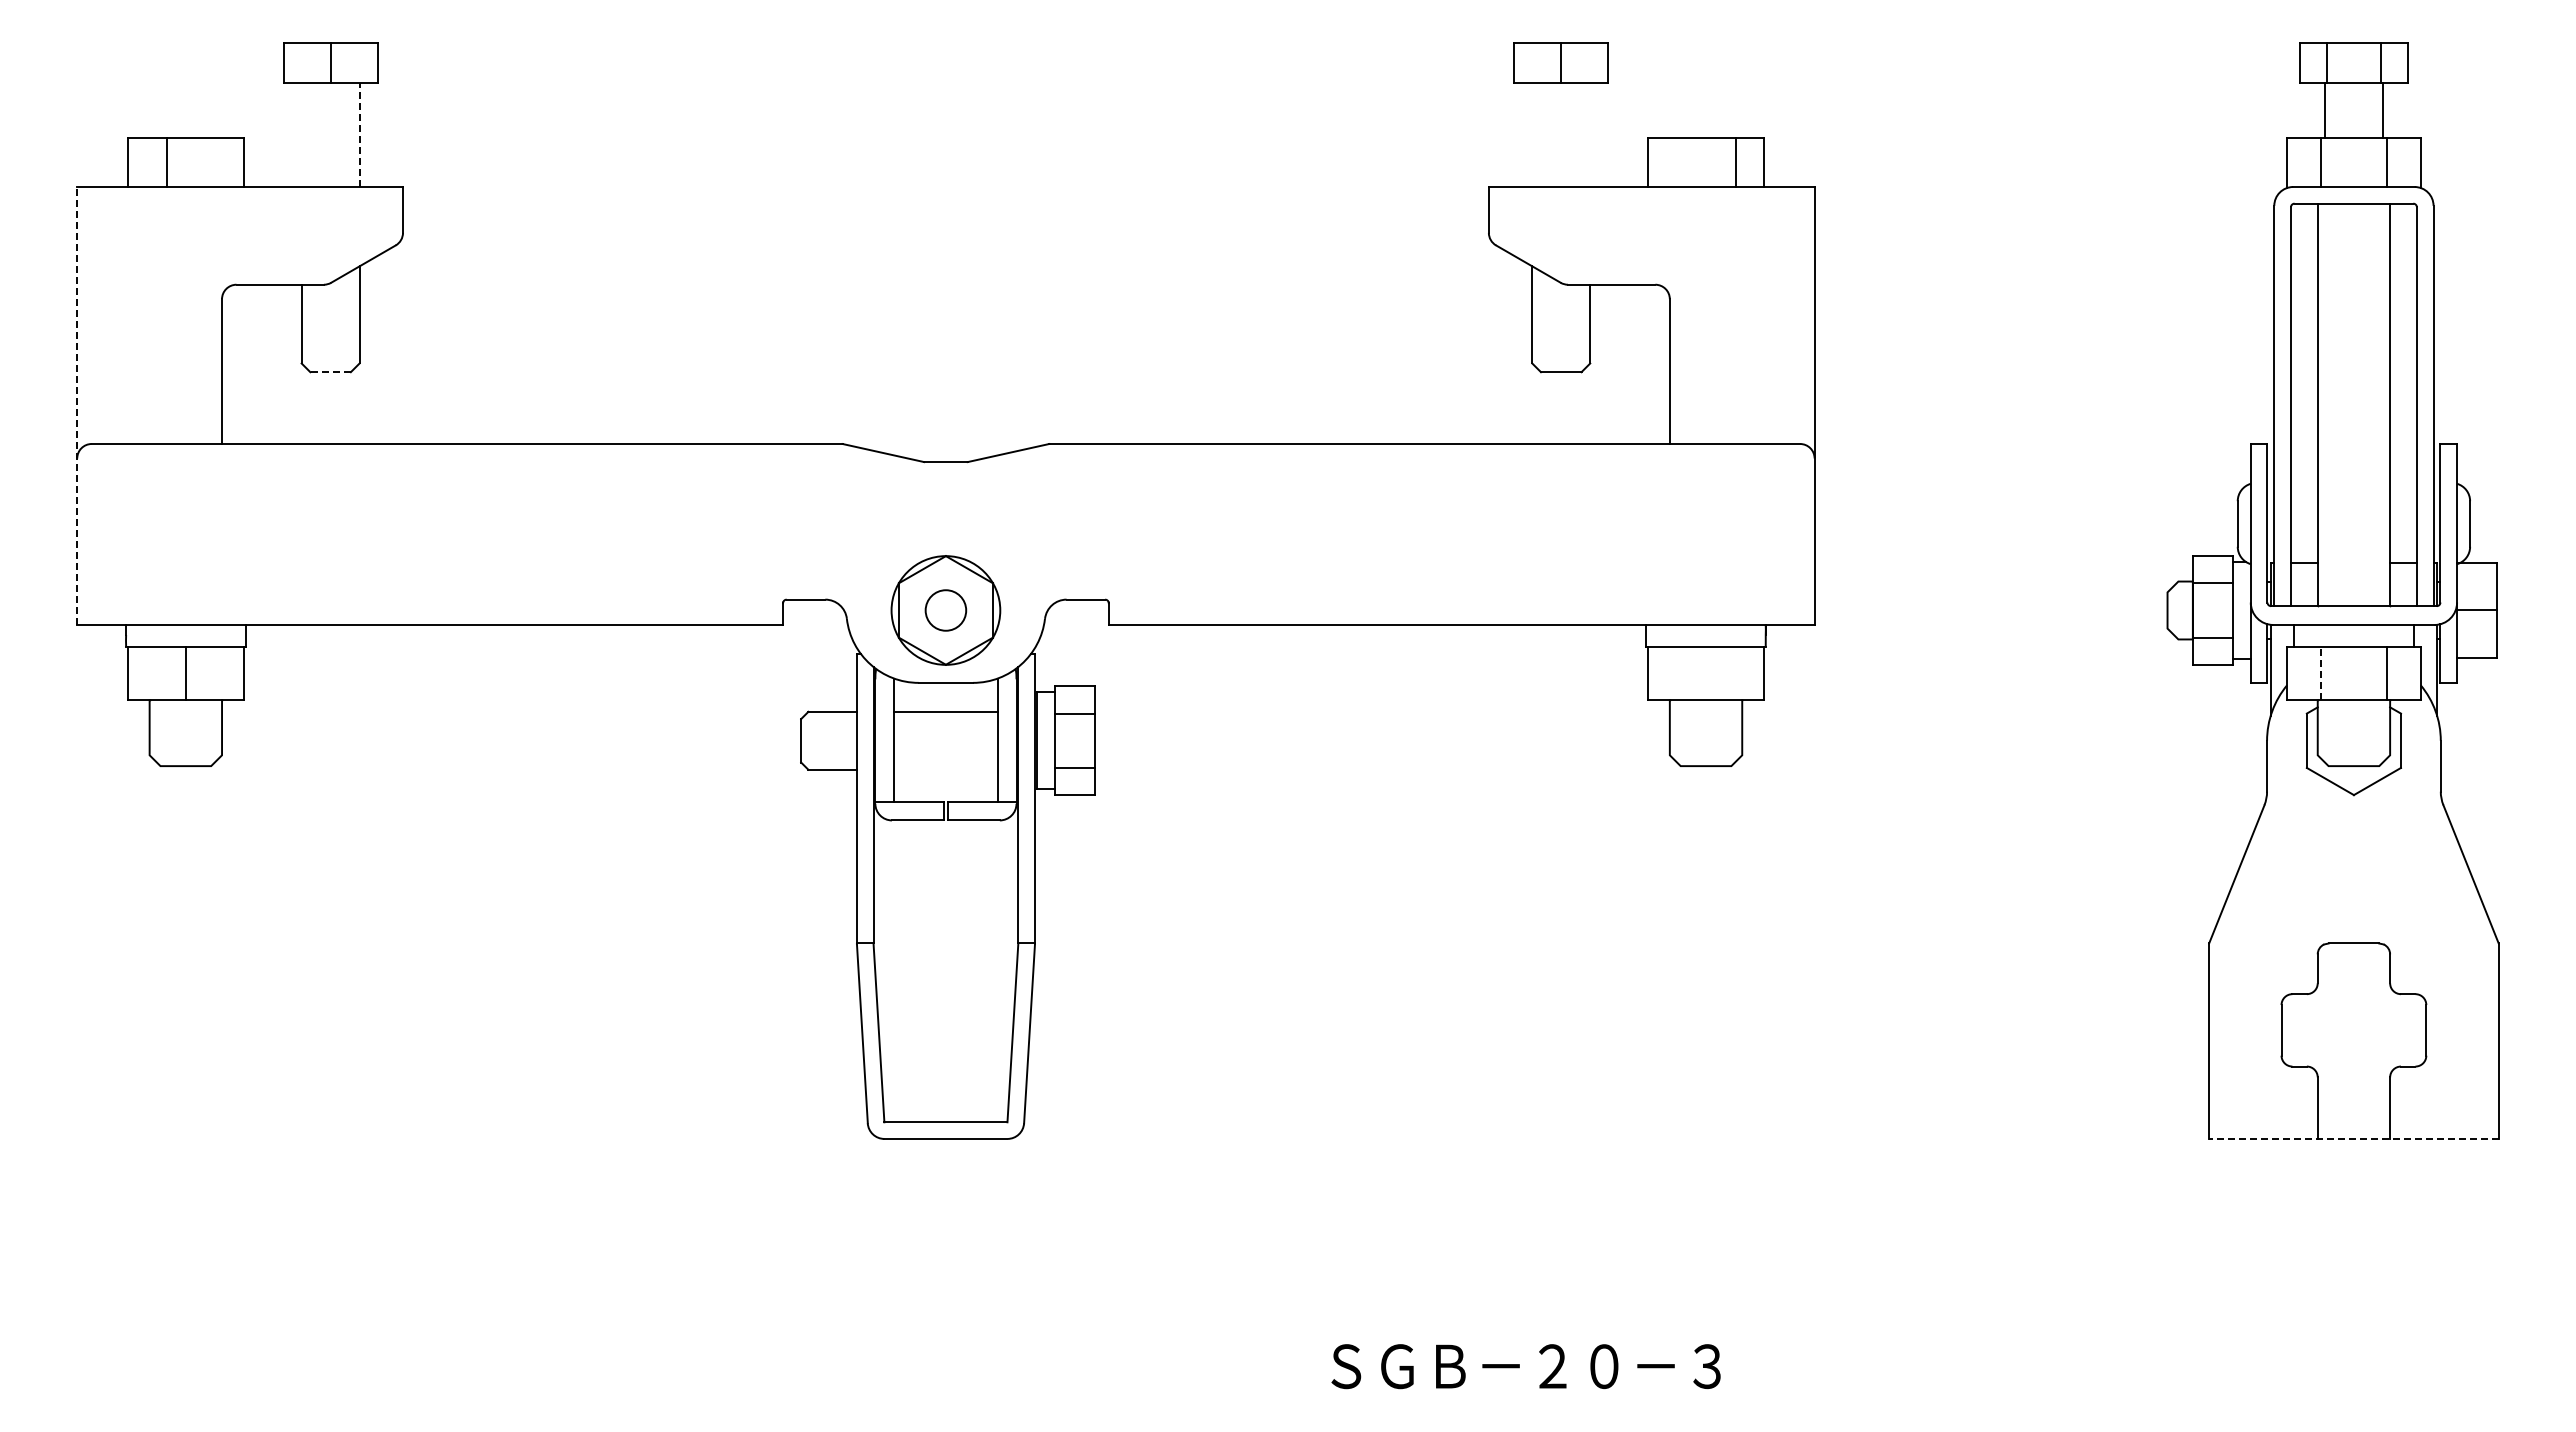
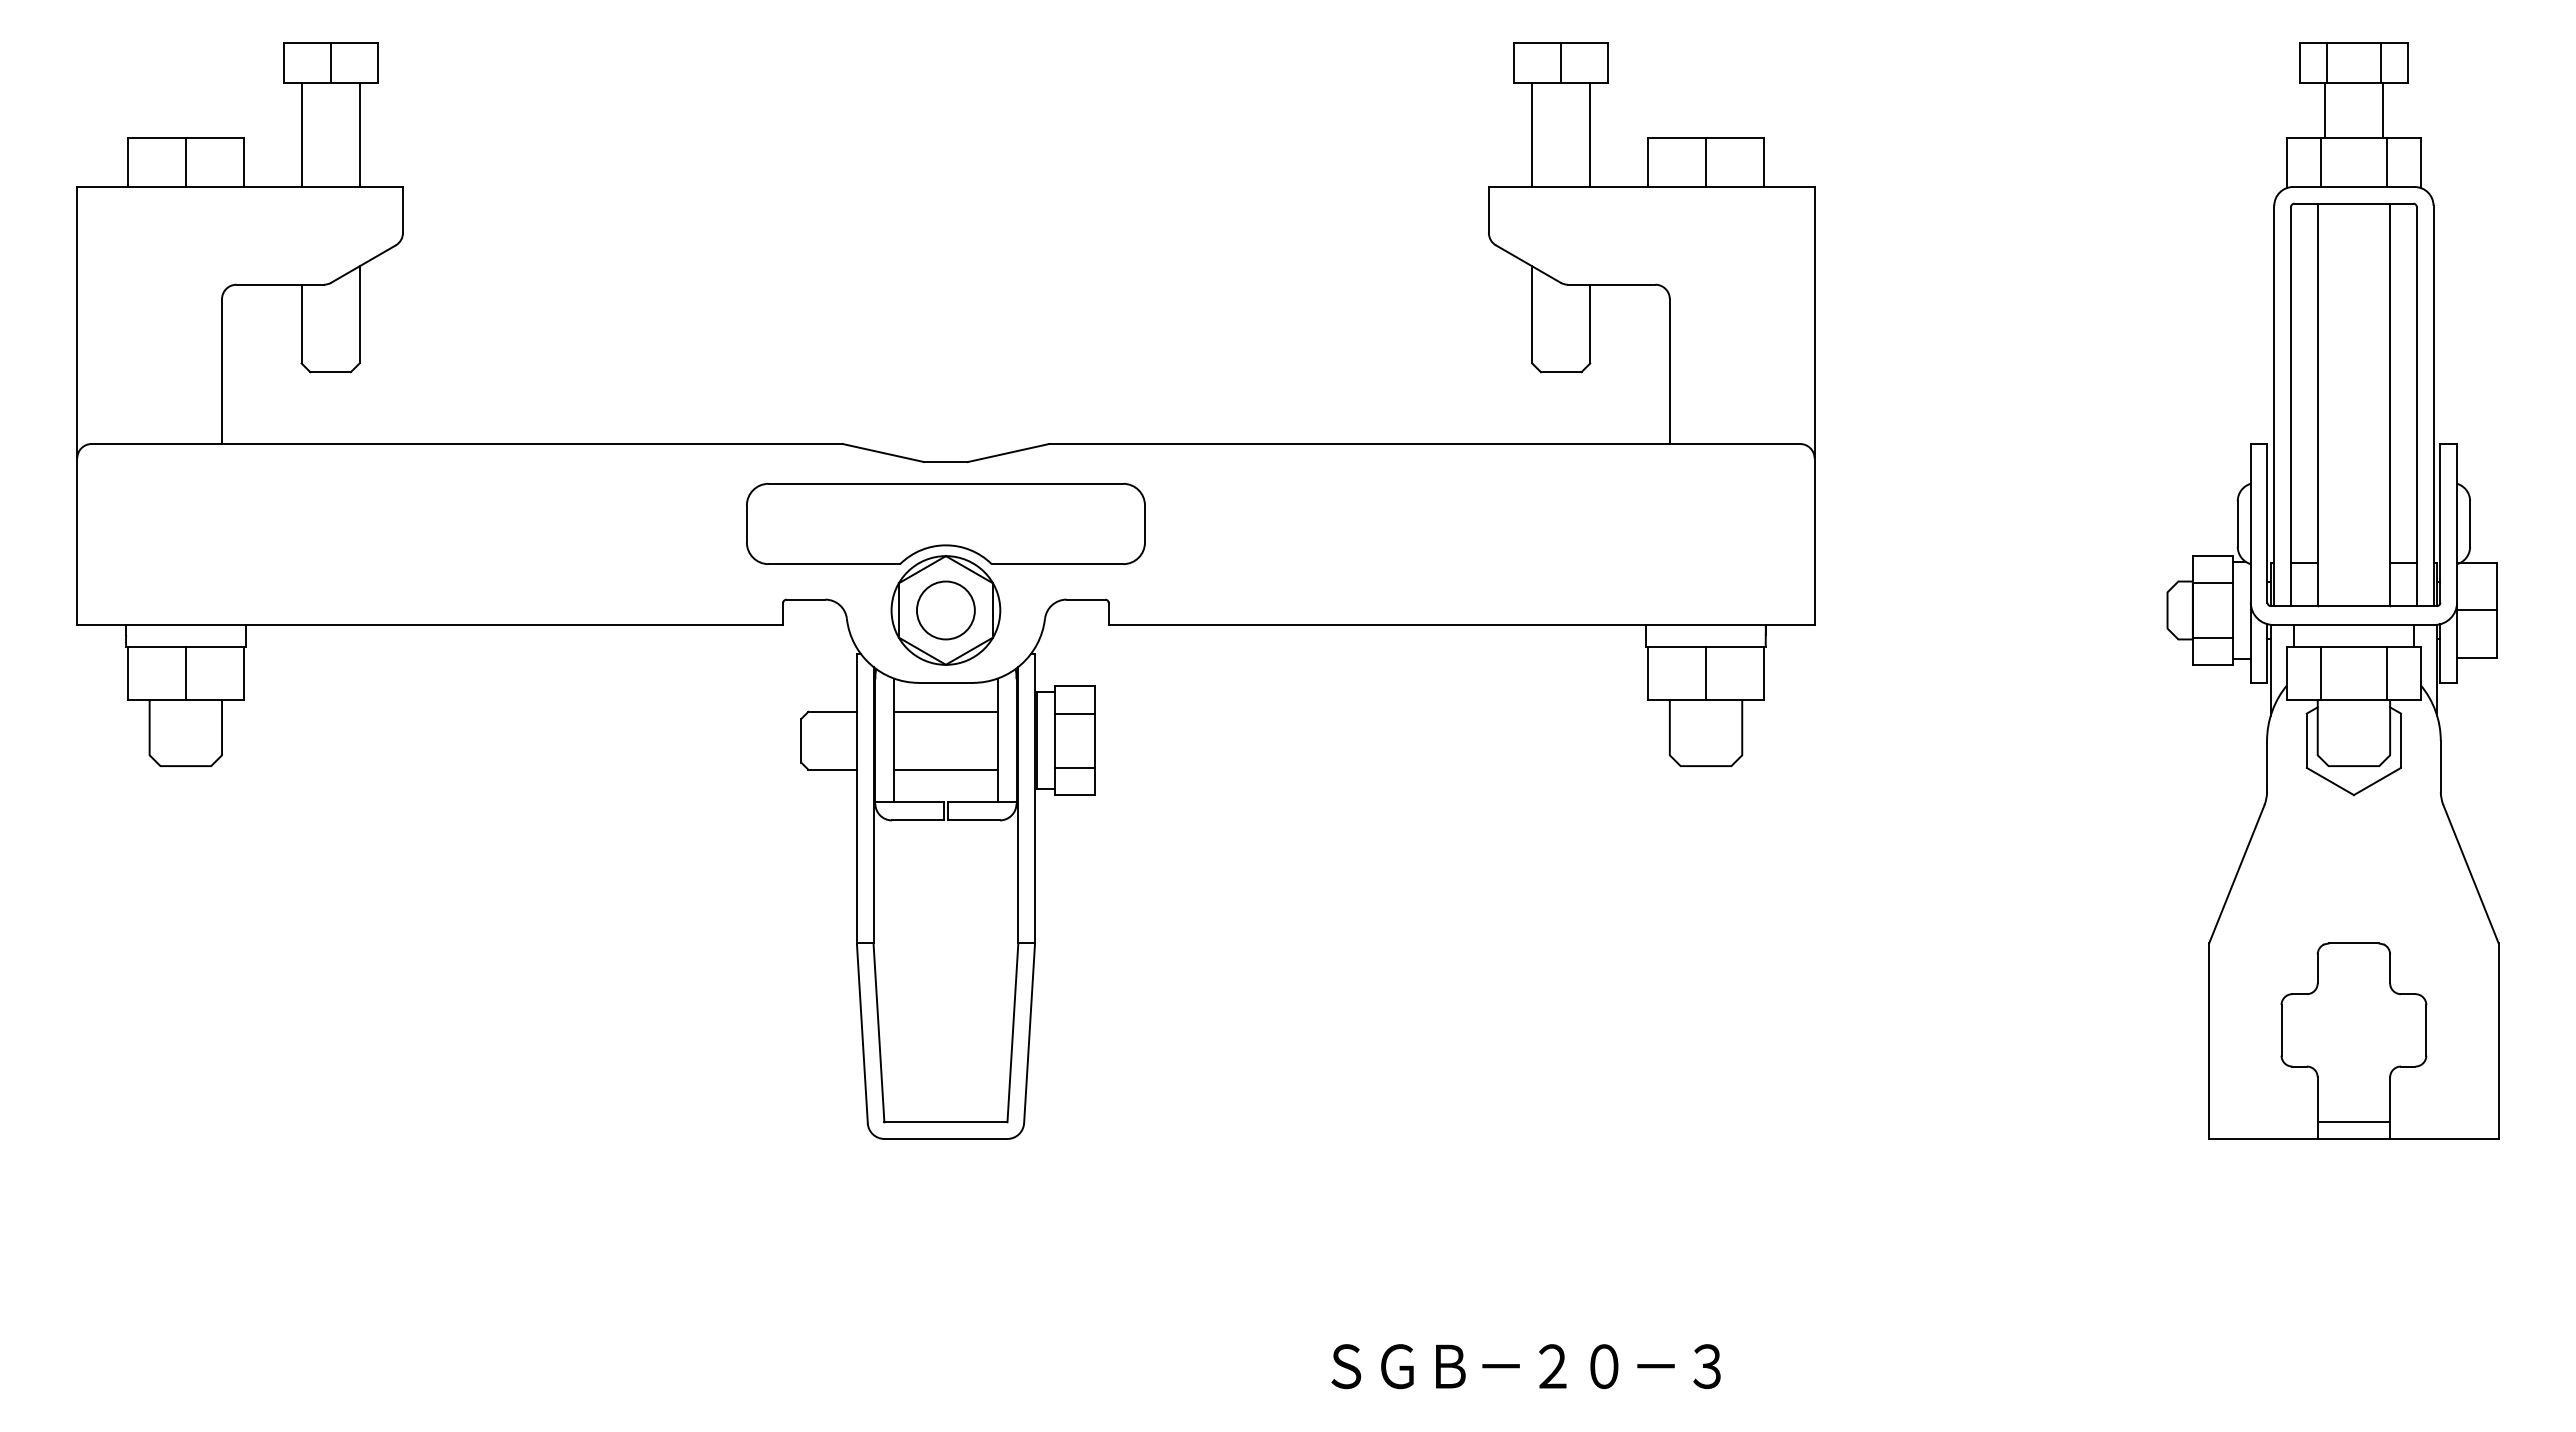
line at (301, 134): none -> present
line at (359, 134): dashed -> solid
line at (1532, 134): none -> present
line at (1590, 134): none -> present
line at (166, 162) position: (166, 162) -> (185, 162)
line at (1736, 162) position: (1736, 162) -> (1706, 162)
line at (330, 372): dashed -> solid
line at (77, 406): dashed -> solid
part at (945, 523): none -> present
circle at (945, 610) diameter: 41 px -> 58 px
line at (1706, 672): none -> present
line at (2320, 672): dashed -> solid
line at (945, 769): none -> present
line at (2353, 1122): none -> present
line at (2353, 1138): dashed -> solid
